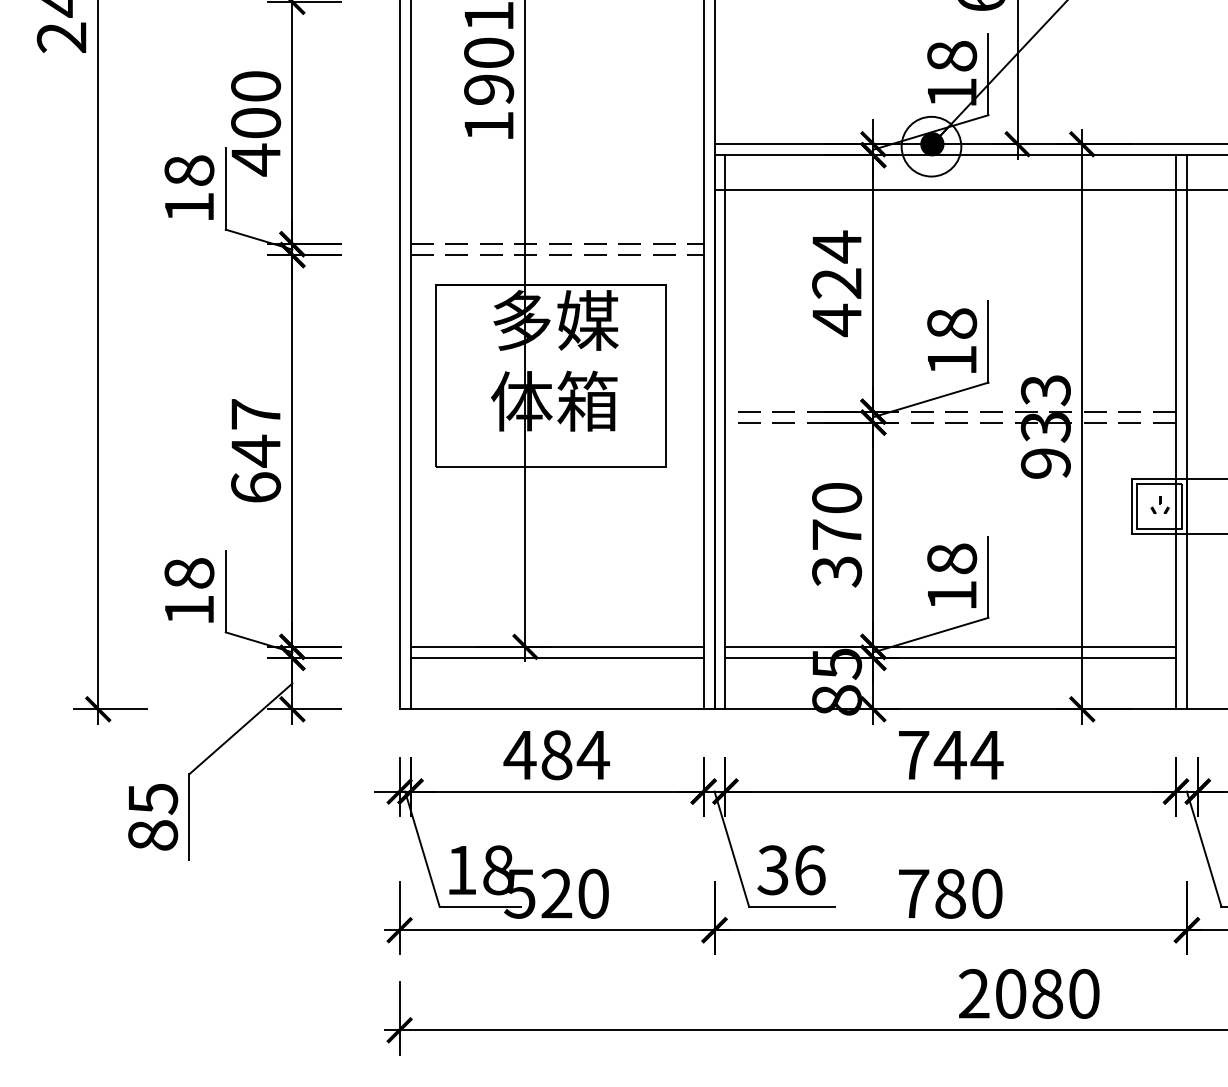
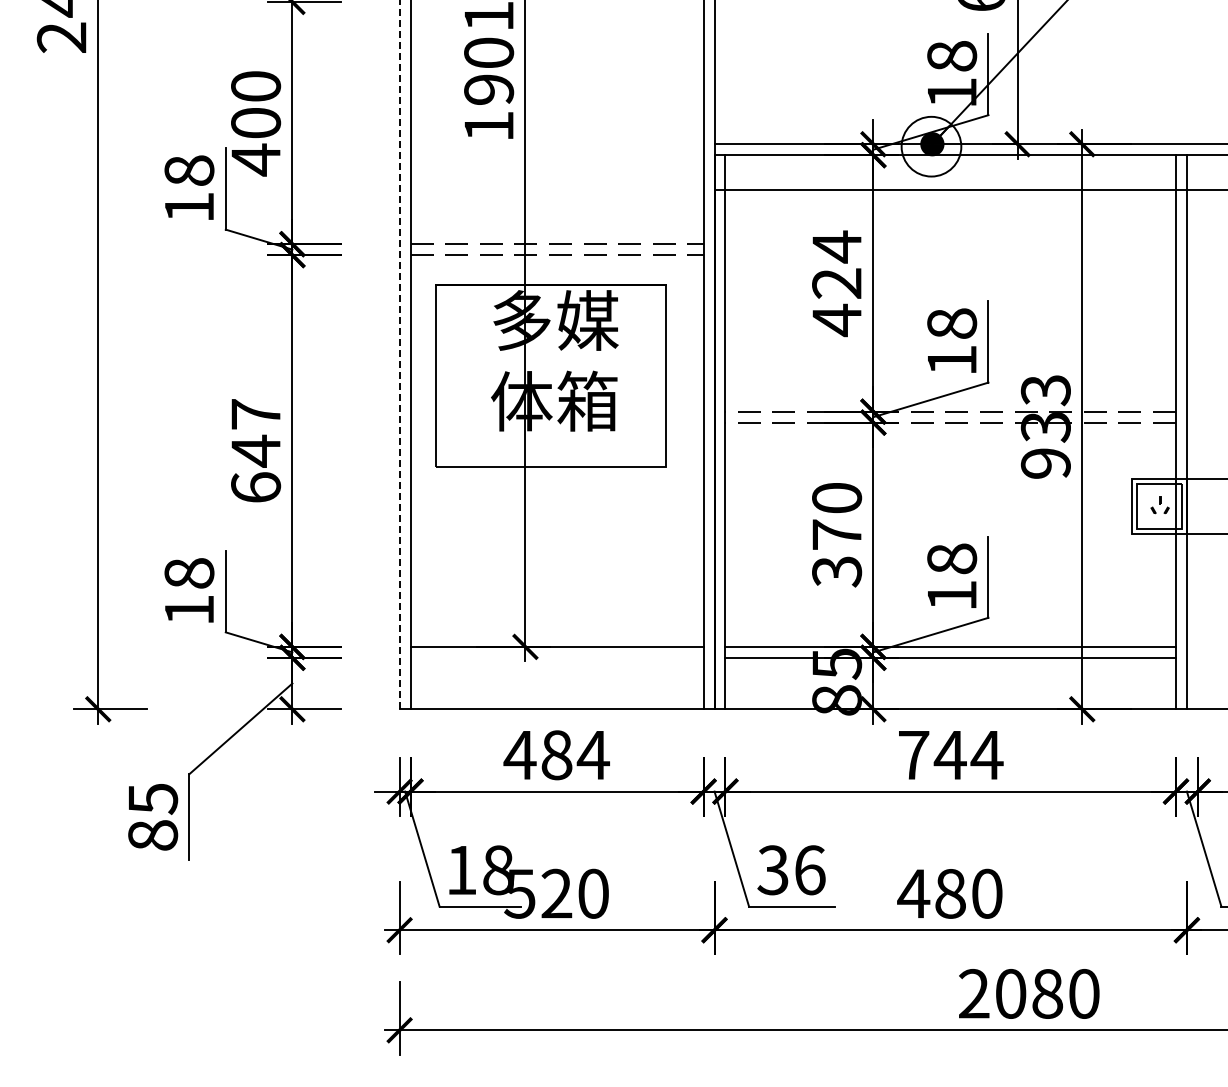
line at (399, 354): solid -> dashed
line at (556, 657): present -> none
text at (913, 893): 780 -> 480
